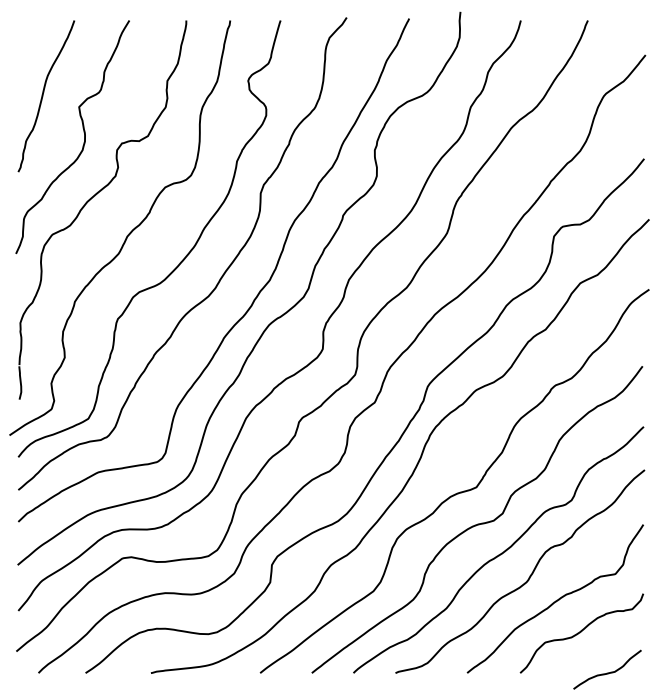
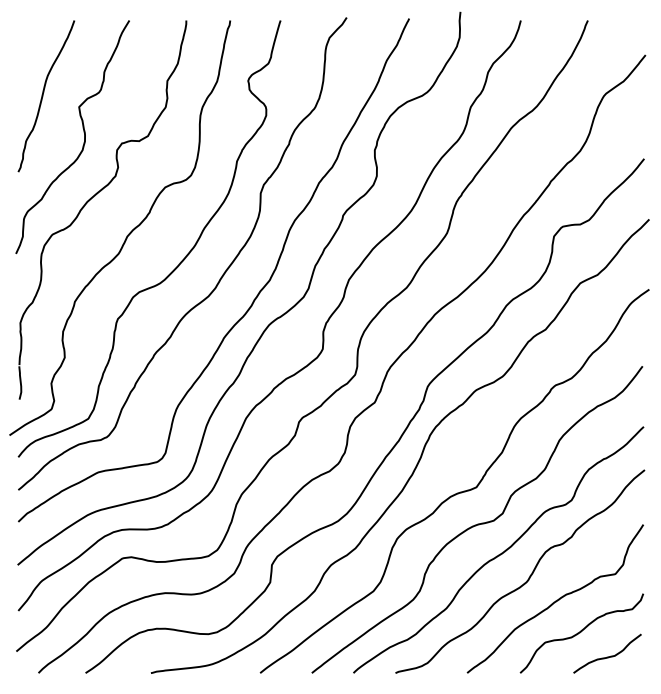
curve at (607, 672) position: (607, 672) -> (607, 656)
